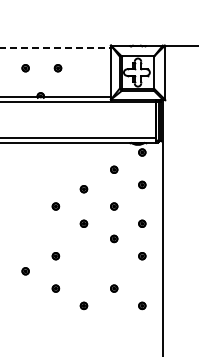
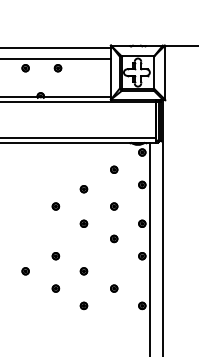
line at (56, 47): dashed -> solid
line at (56, 58): none -> present
line at (149, 247): none -> present
part at (83, 271): none -> present
